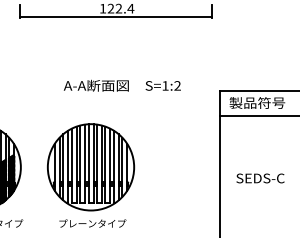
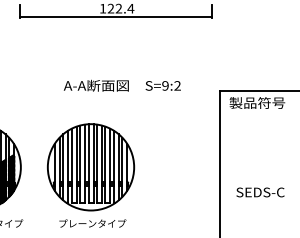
text at (165, 85): S=1:2 -> S=9:2
line at (258, 116): present -> none
text at (260, 178) position: (260, 178) -> (260, 192)
